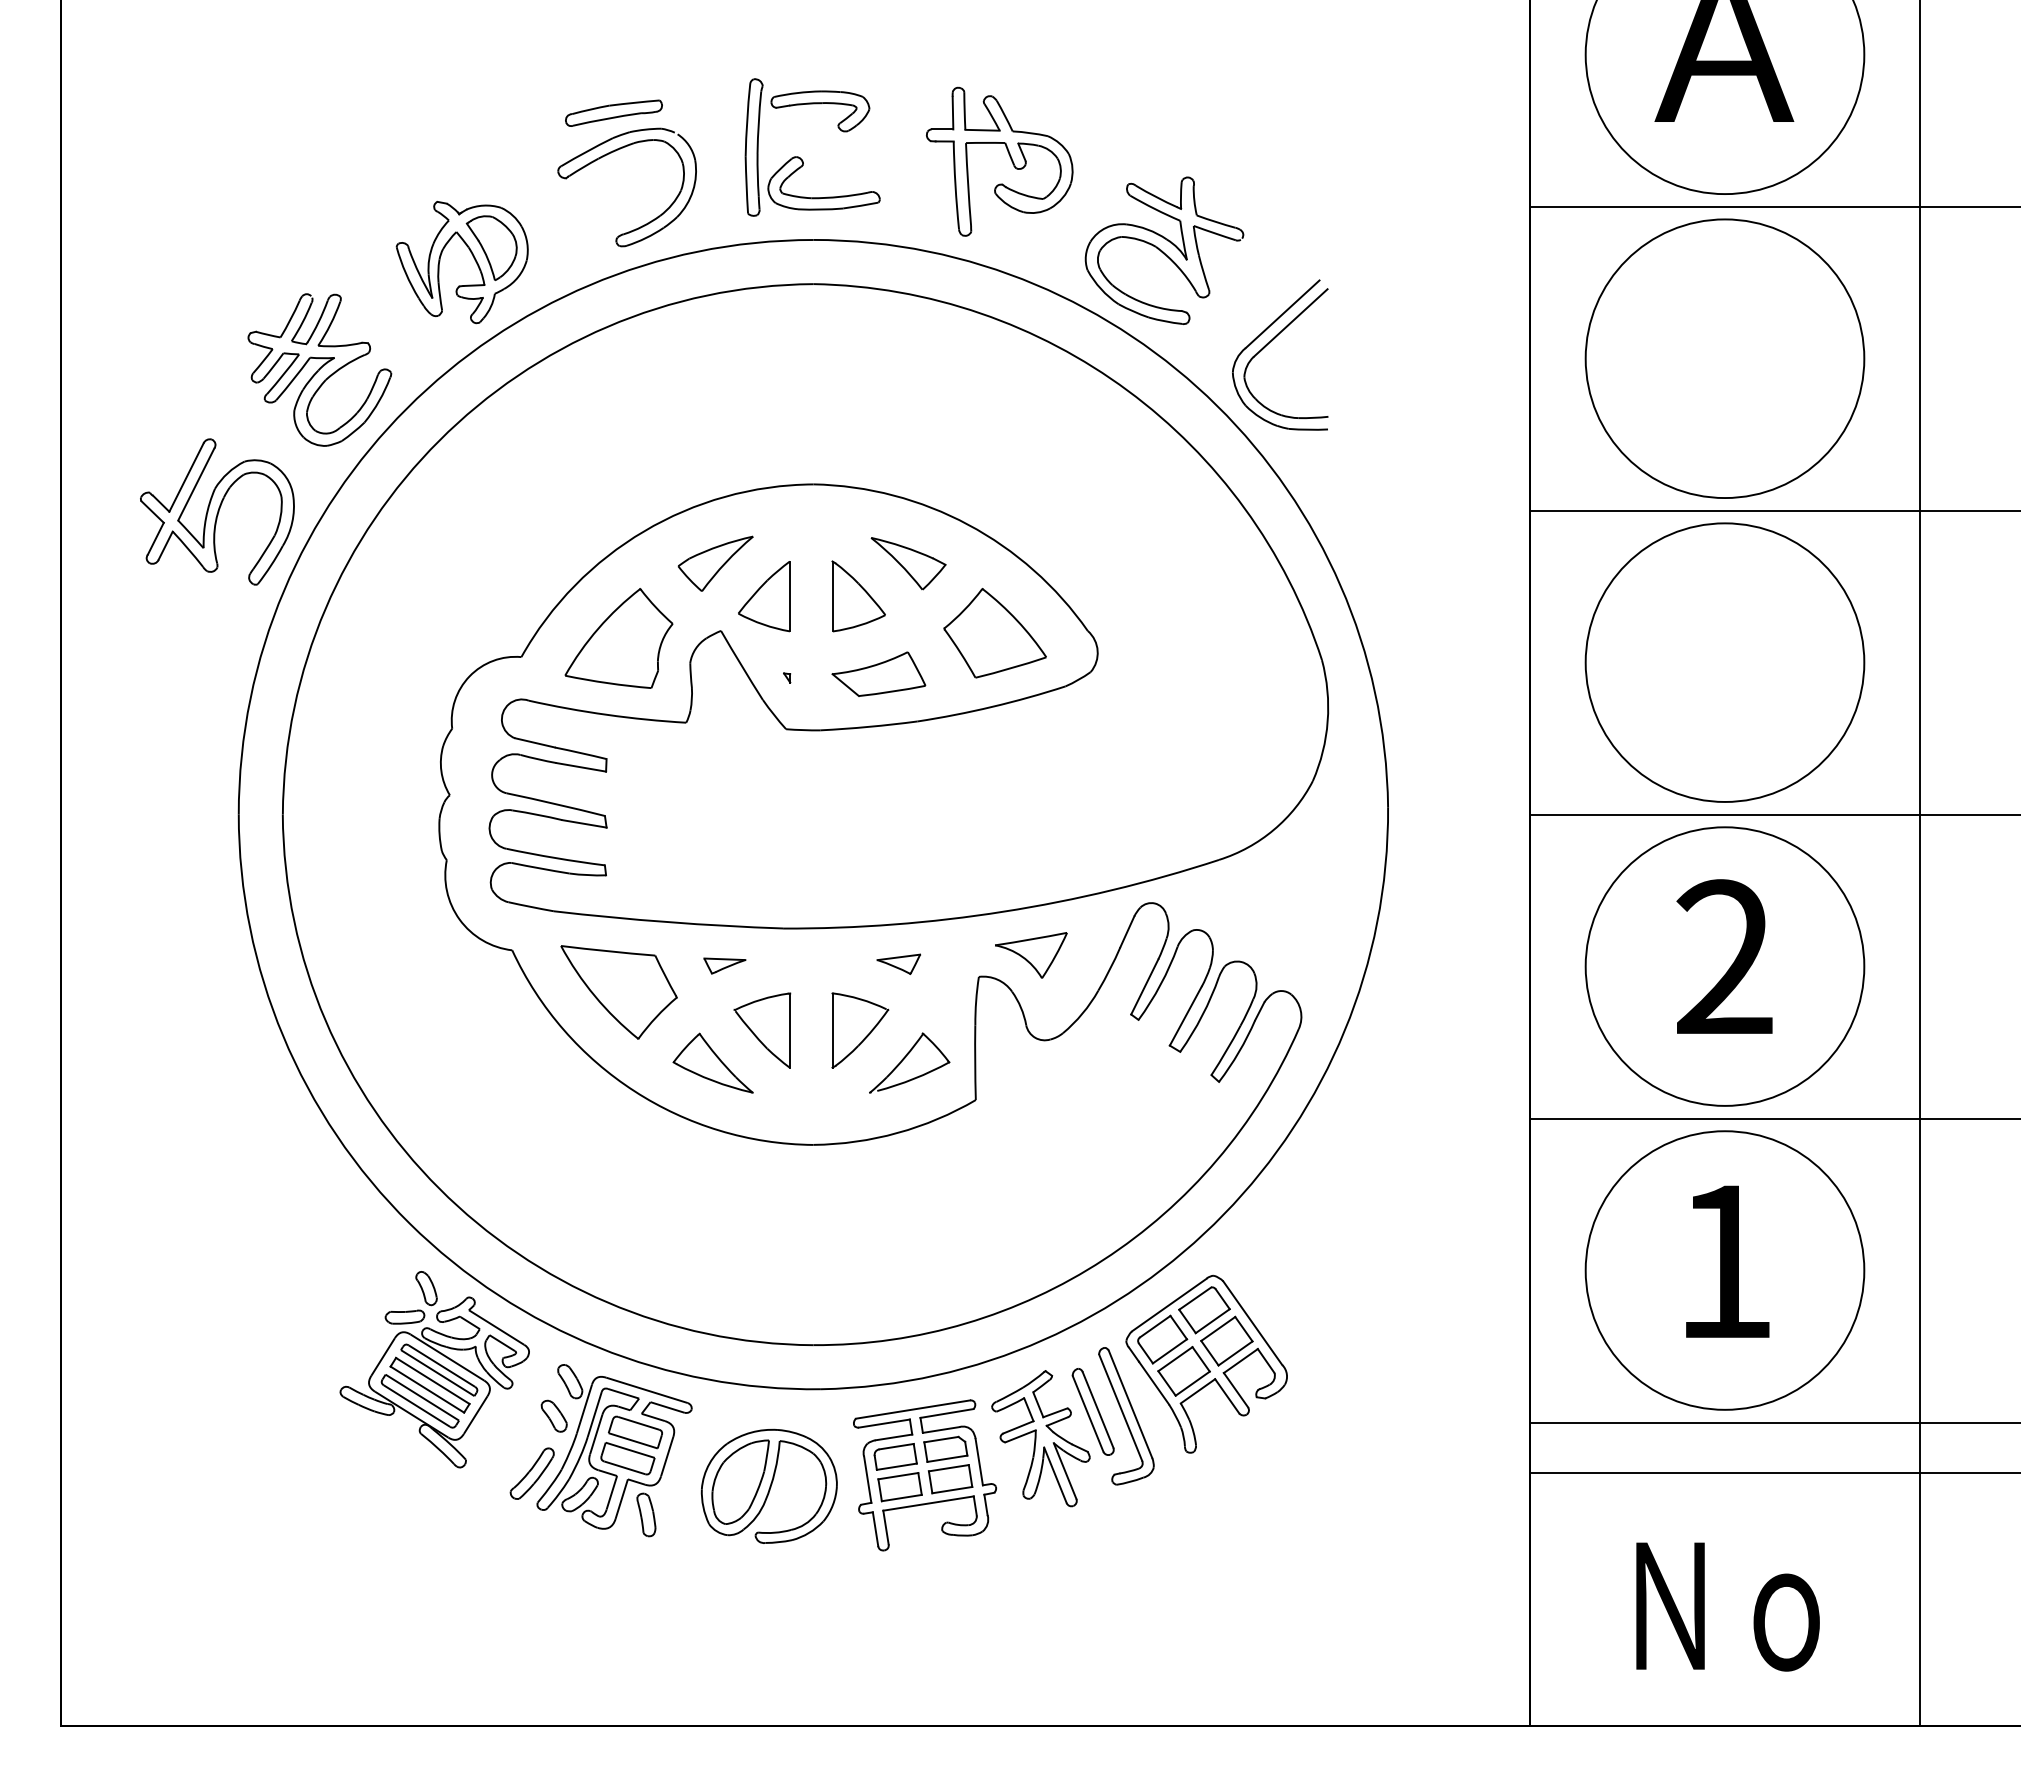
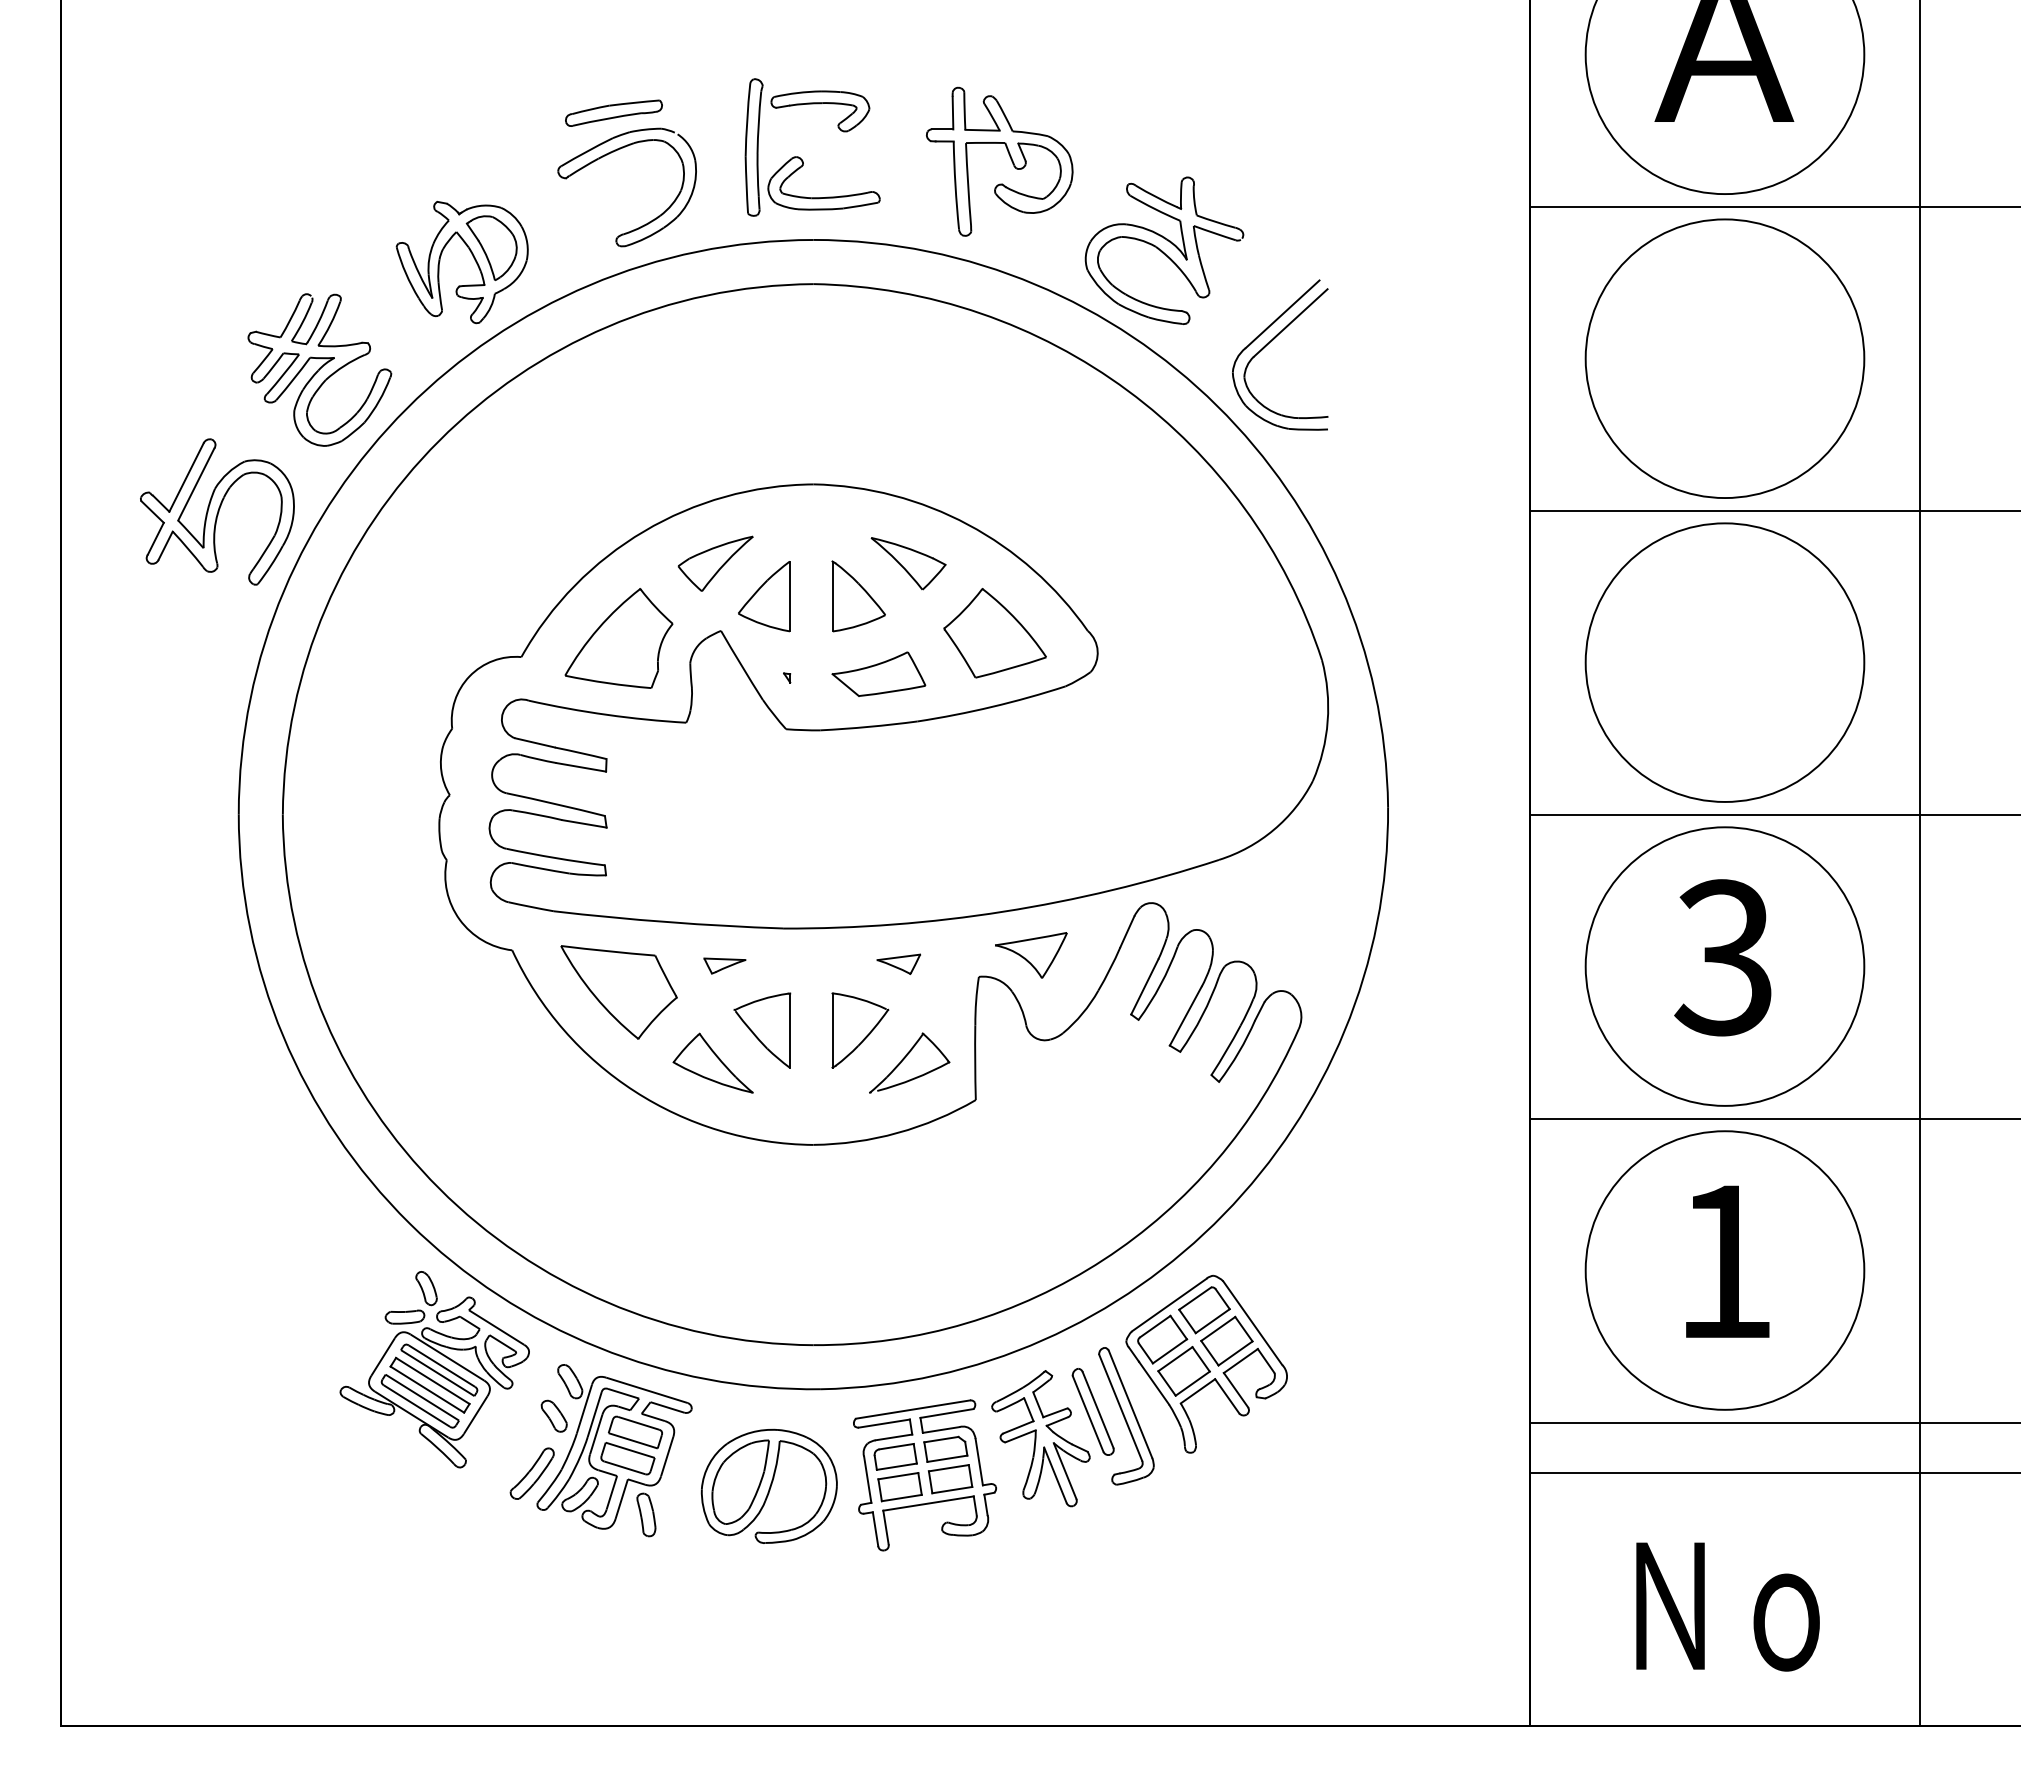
text at (1723, 957): 2 -> 3
